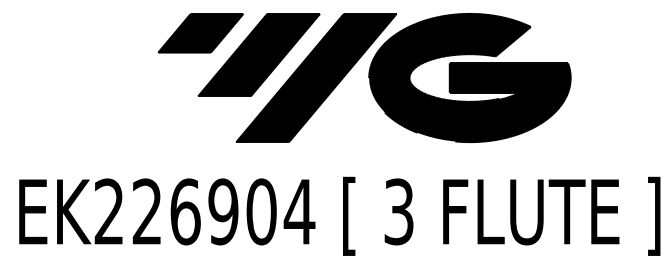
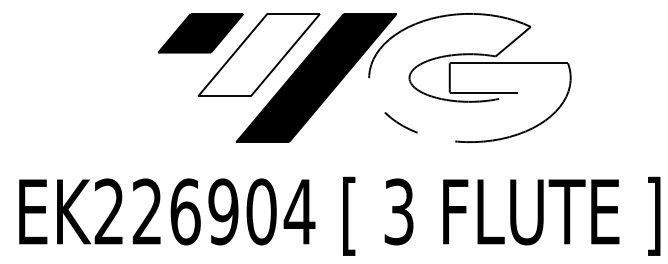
fill at (259, 54): present -> none
fill at (469, 77): present -> none
